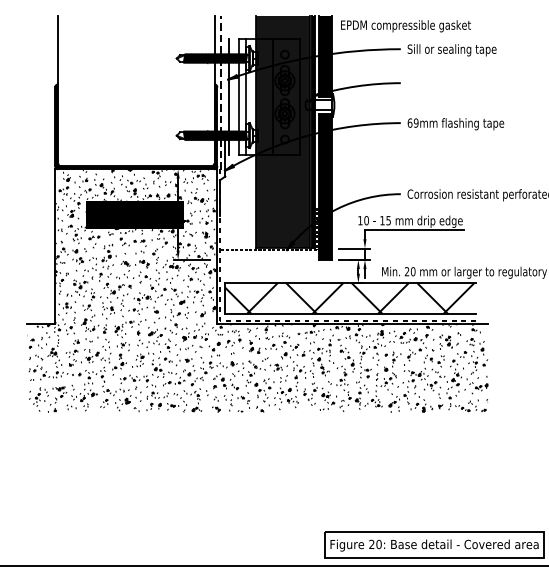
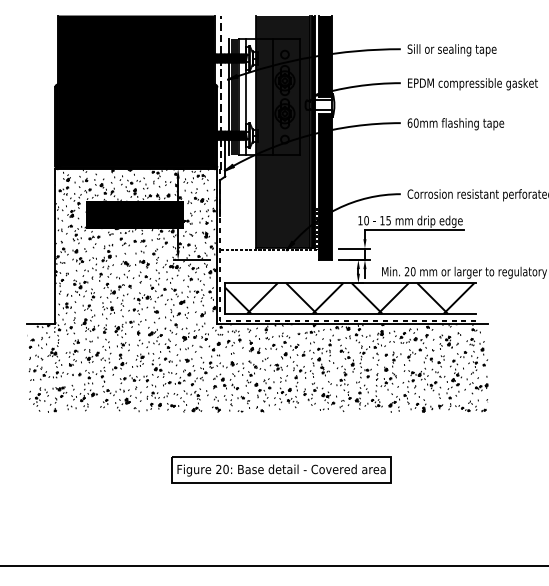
text at (405, 26) position: (405, 26) -> (472, 84)
fill at (136, 90): none -> present
fill at (234, 97): none -> present
text at (415, 123): 69mm -> 60mm
part at (434, 544) position: (434, 544) -> (281, 469)
